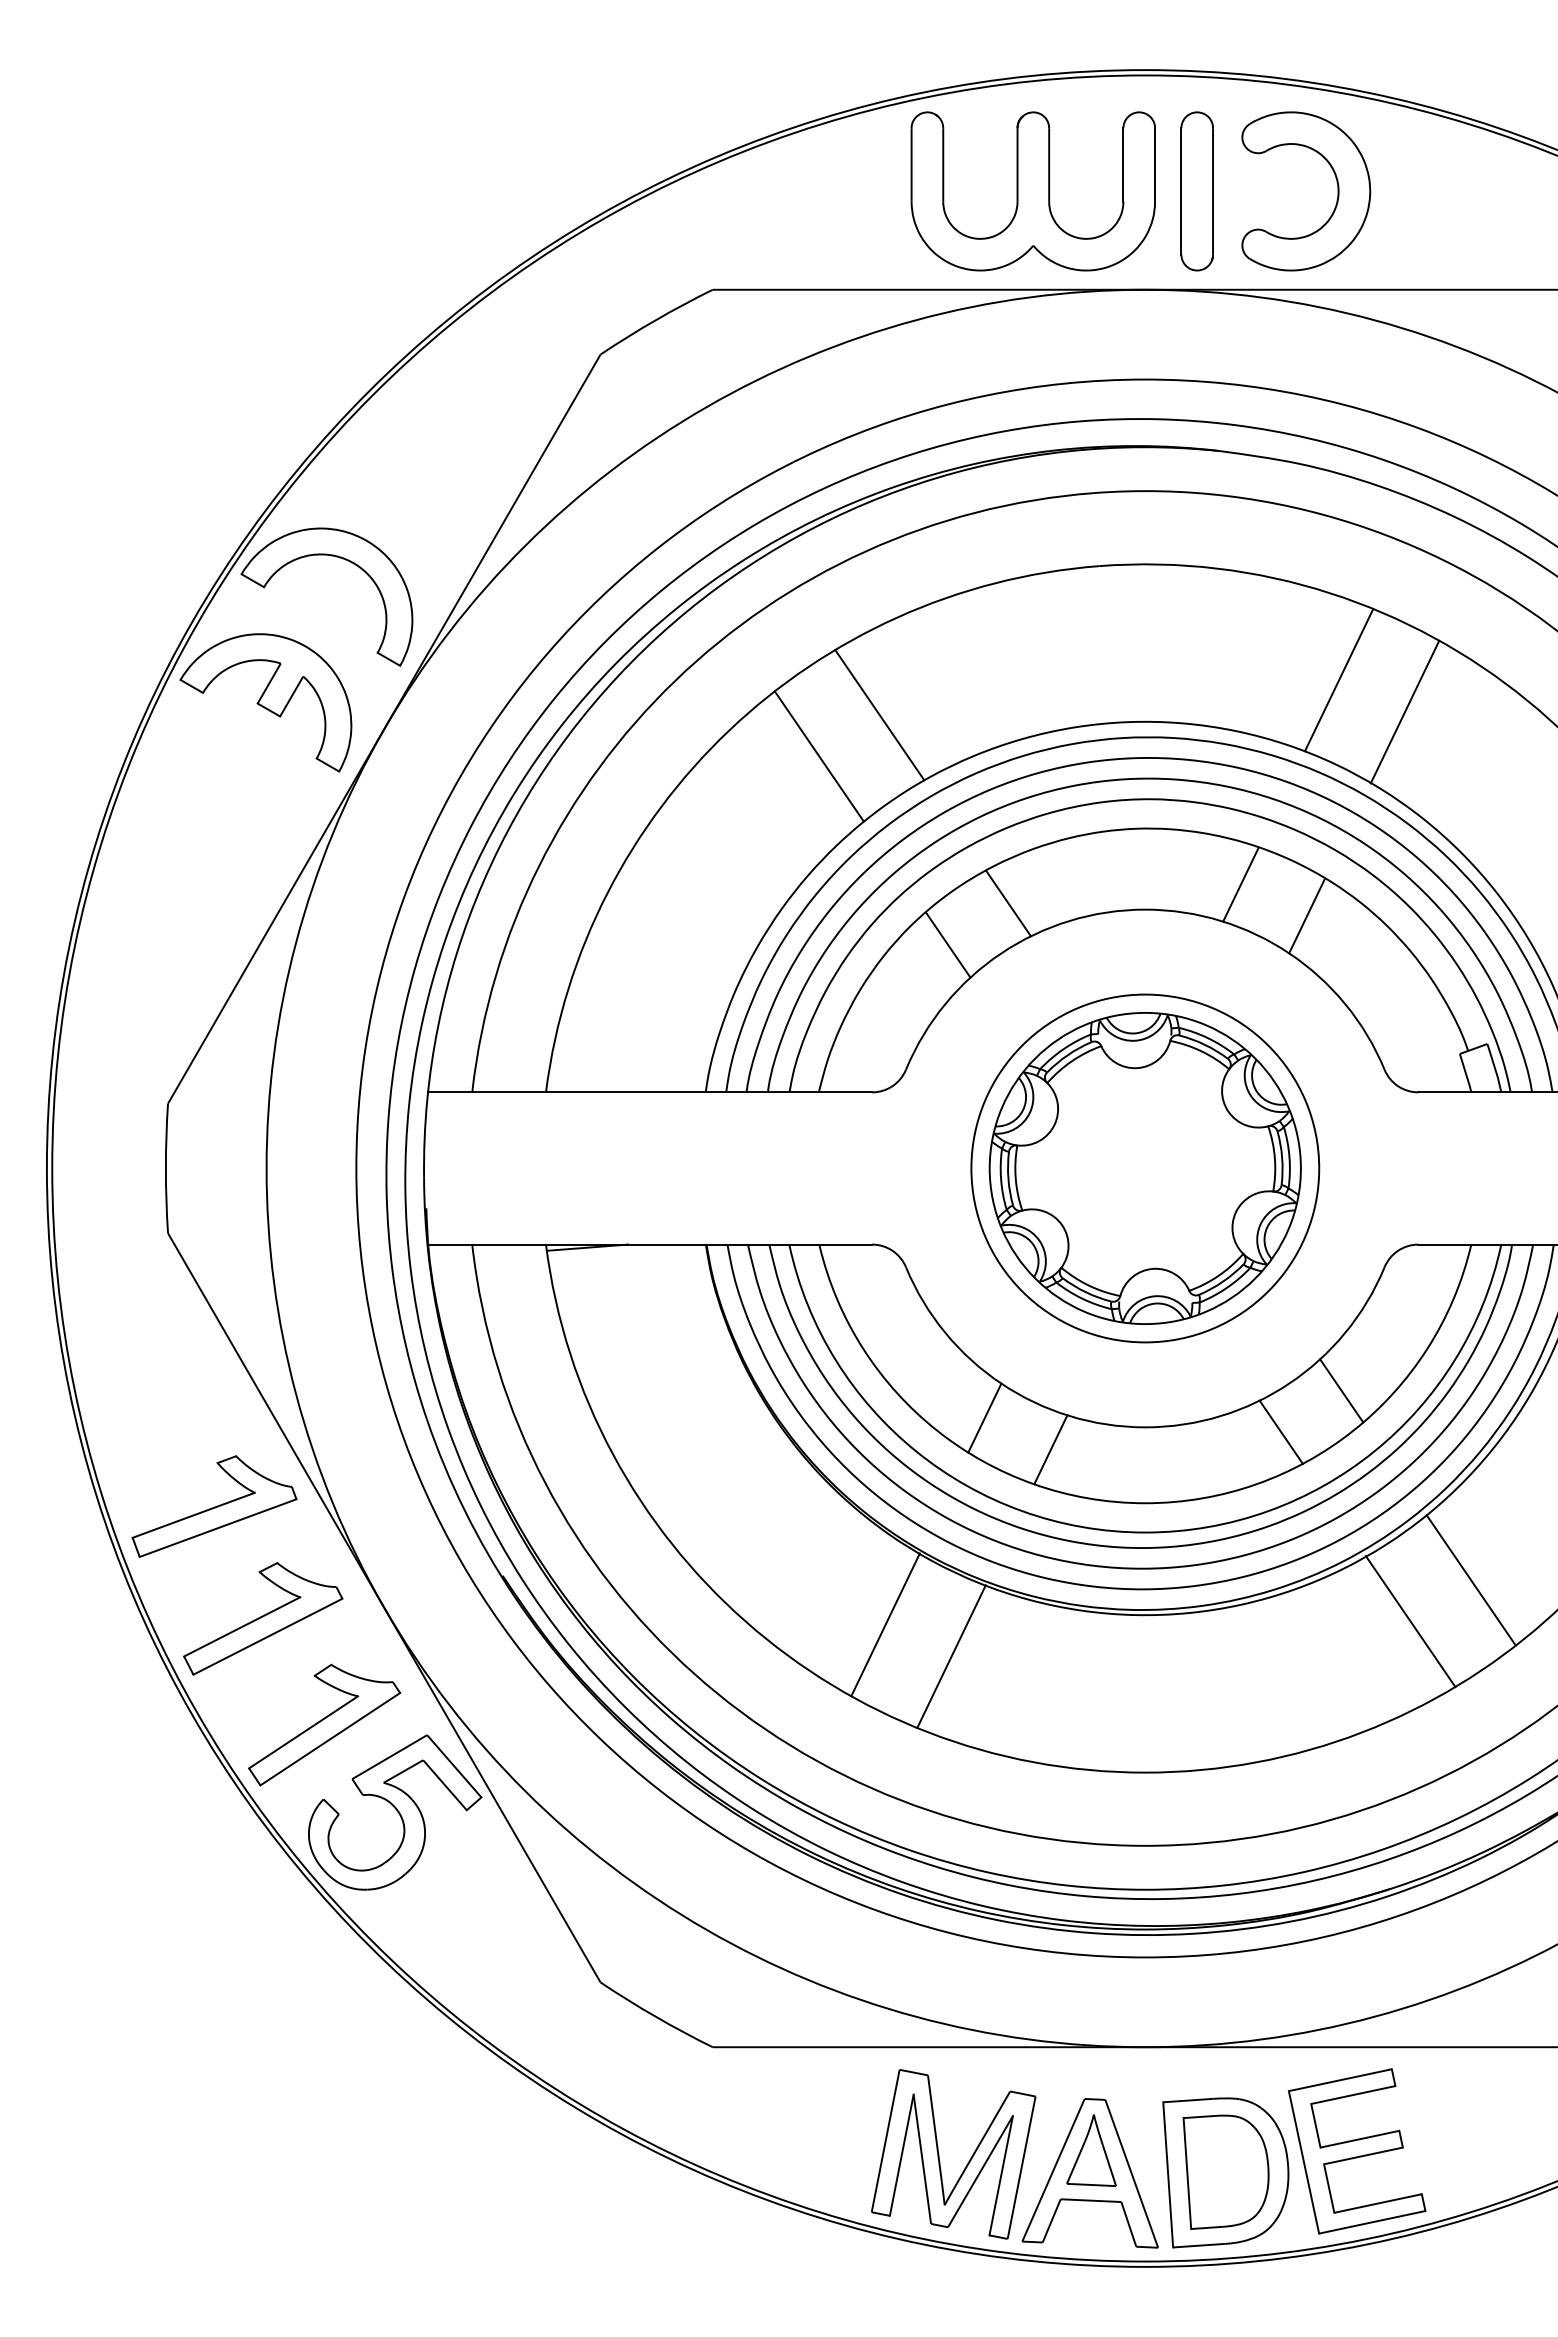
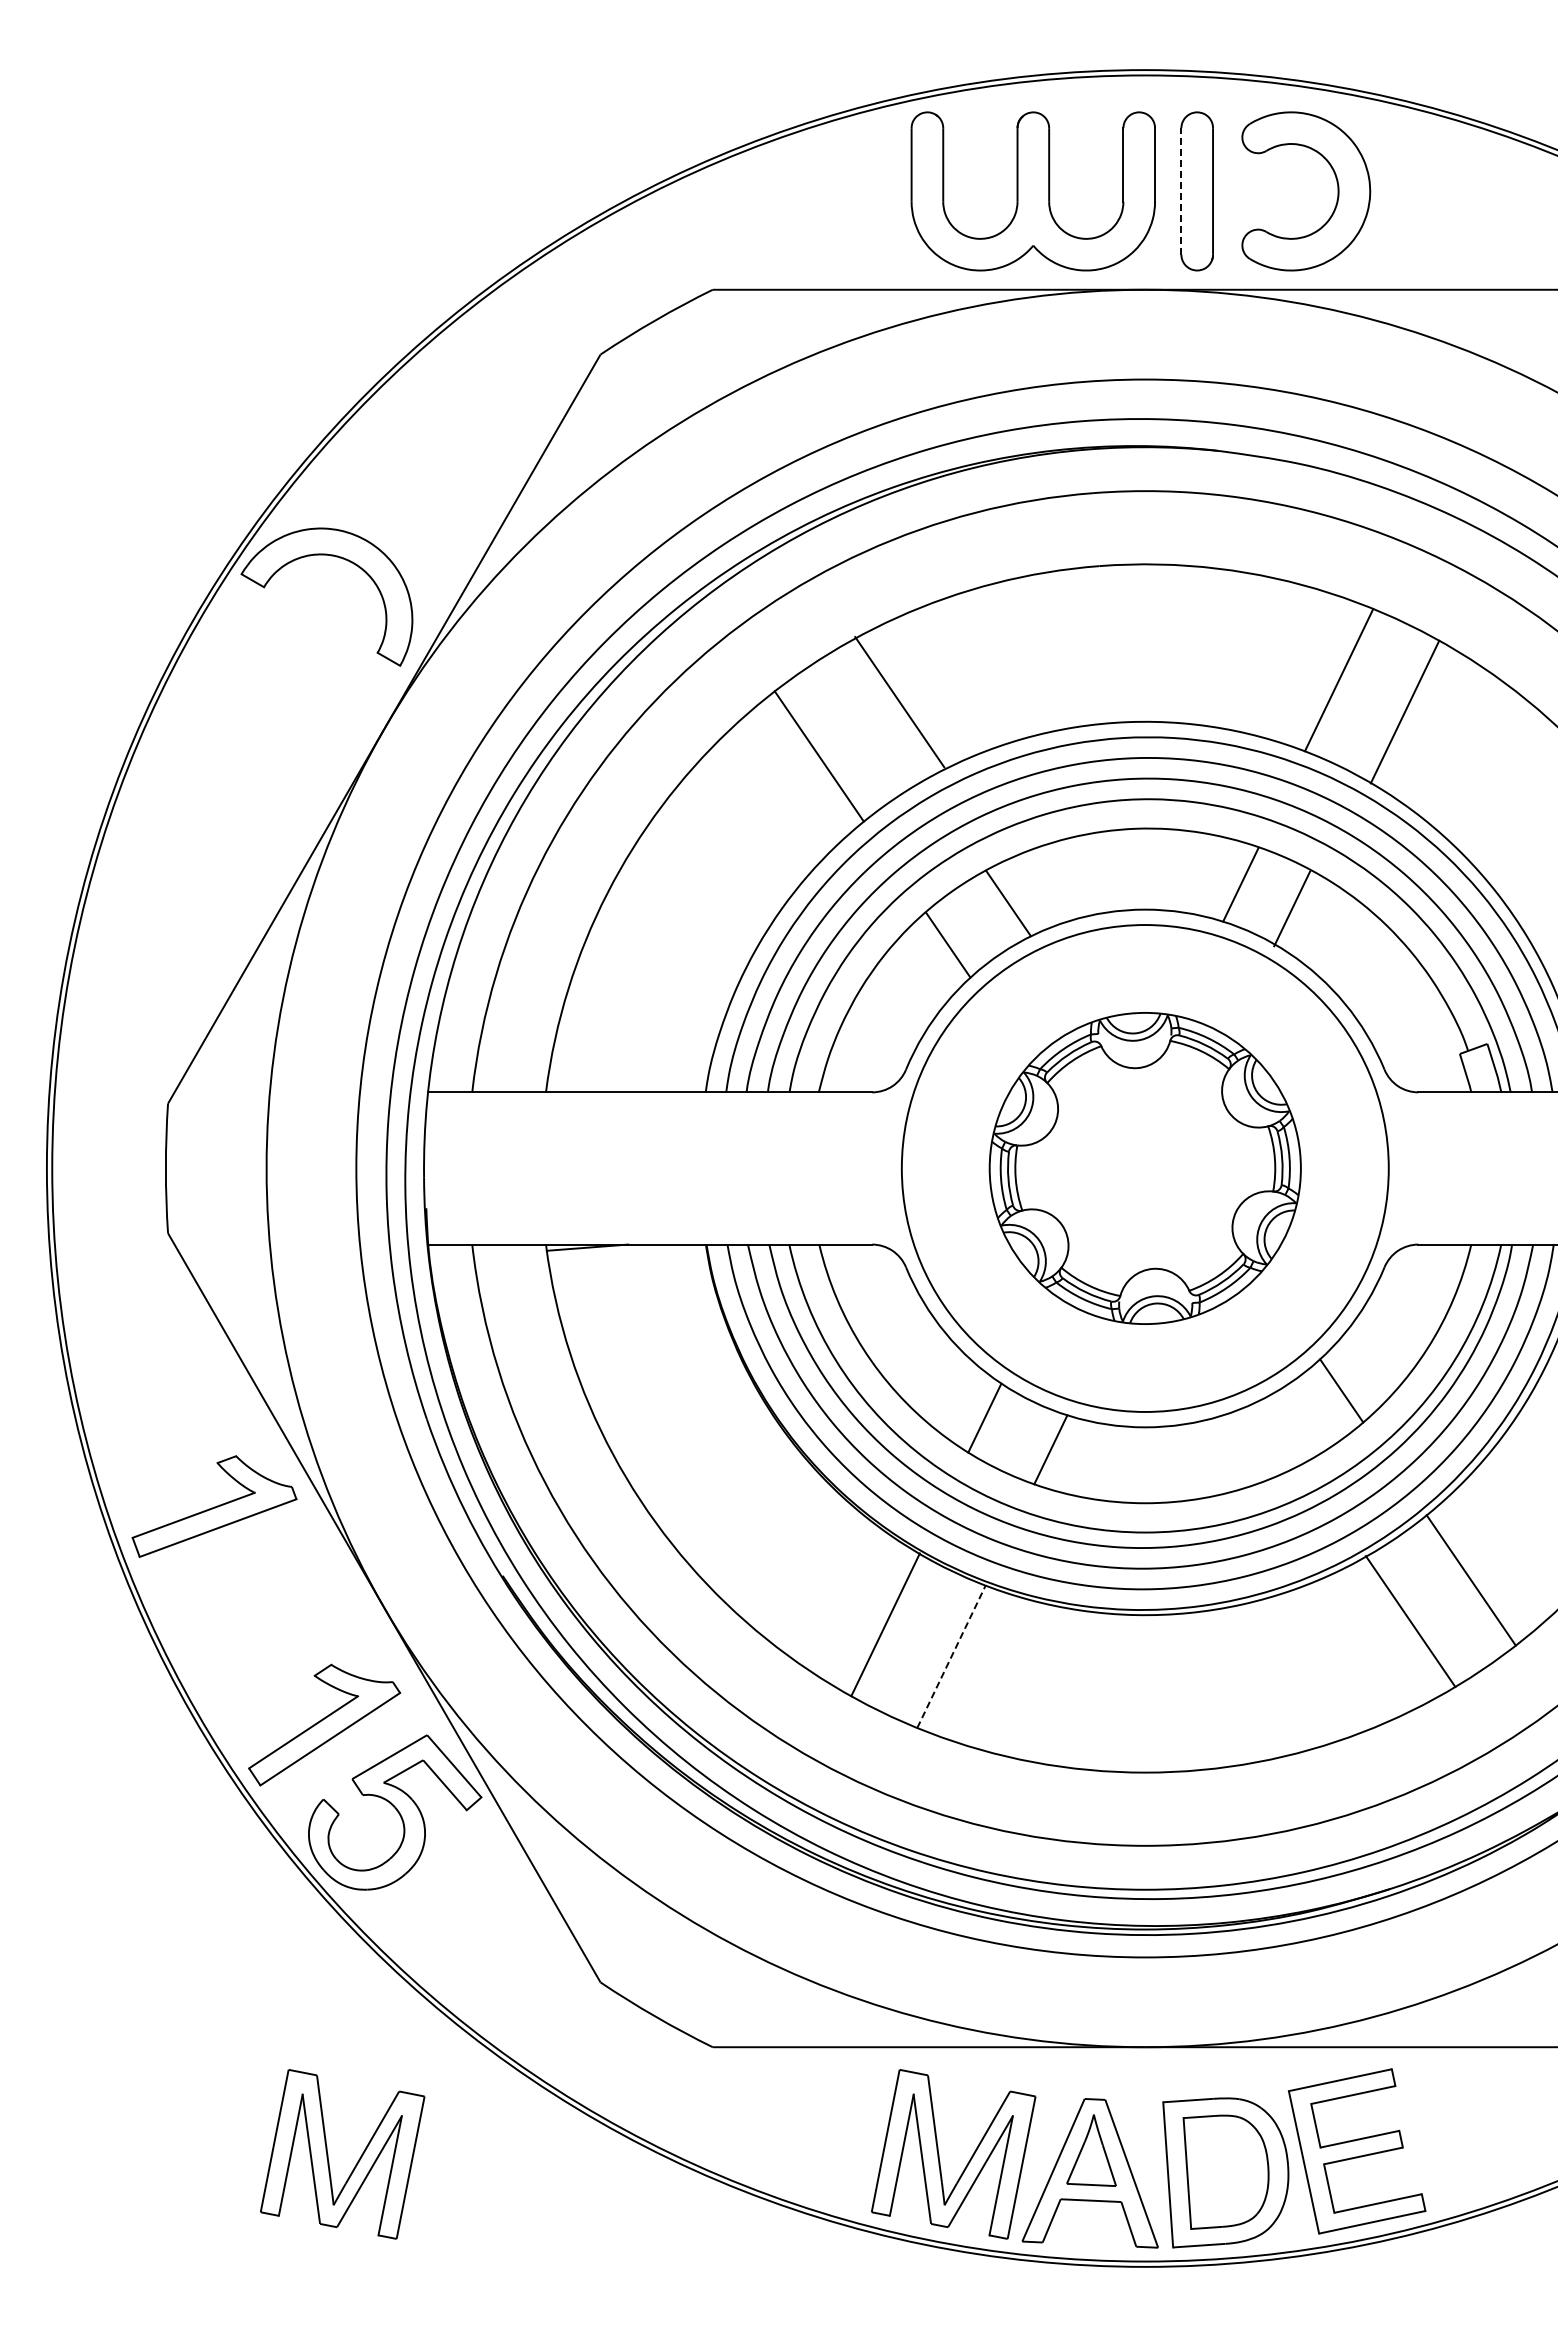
line at (1181, 190): solid -> dashed
part at (265, 702): present -> none
line at (879, 715) position: (879, 715) -> (899, 702)
line at (1307, 915) position: (1307, 915) -> (1292, 908)
circle at (1145, 1168) diameter: 348 px -> 487 px
line at (1280, 1431): present -> none
part at (263, 1618): present -> none
line at (951, 1656): solid -> dashed
part at (328, 2154): none -> present
